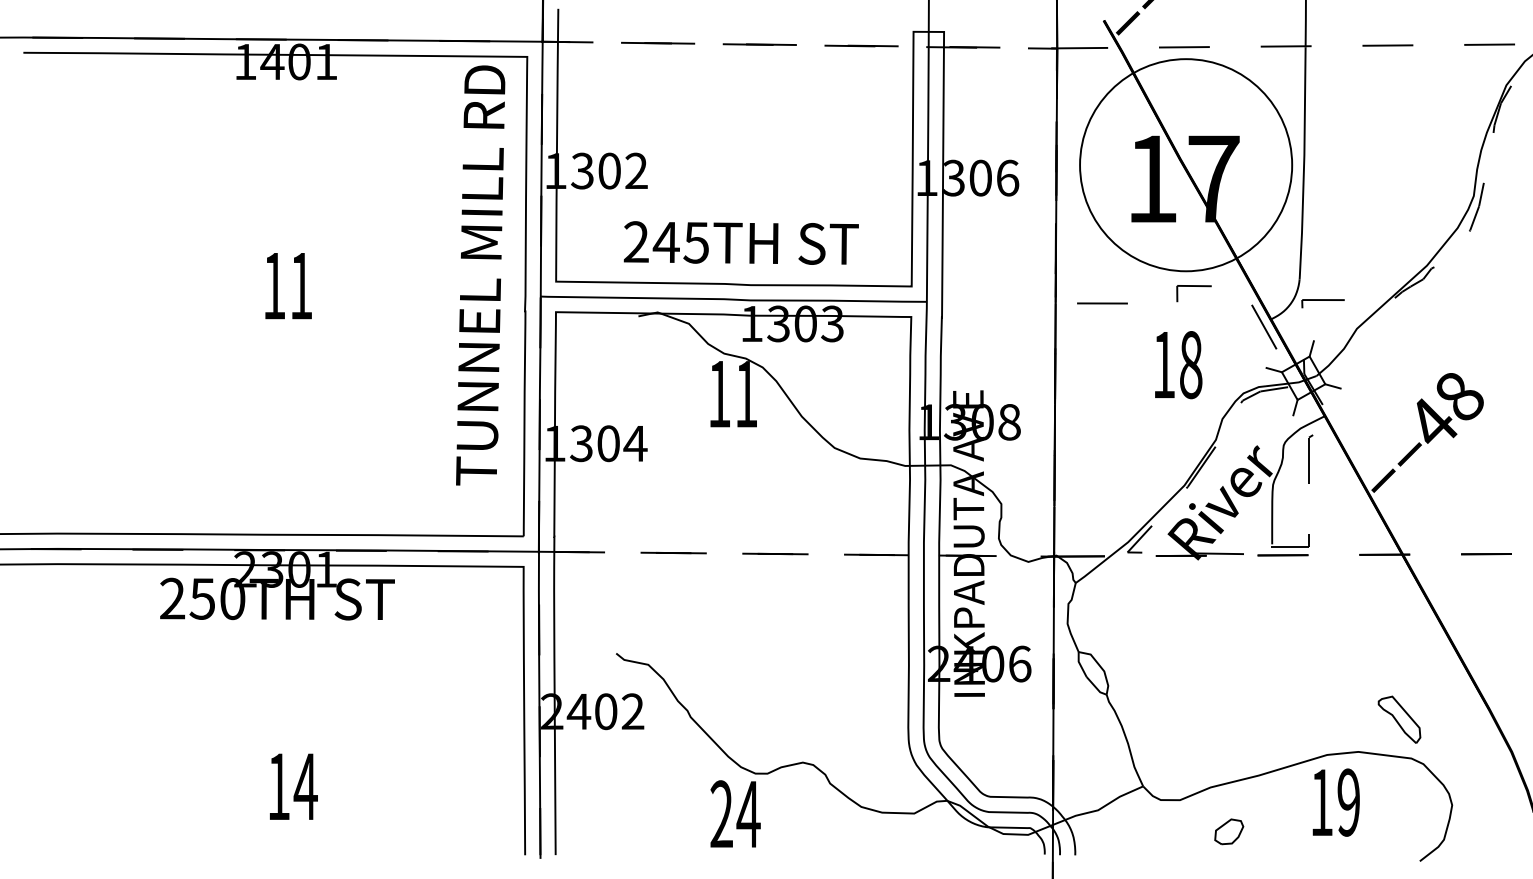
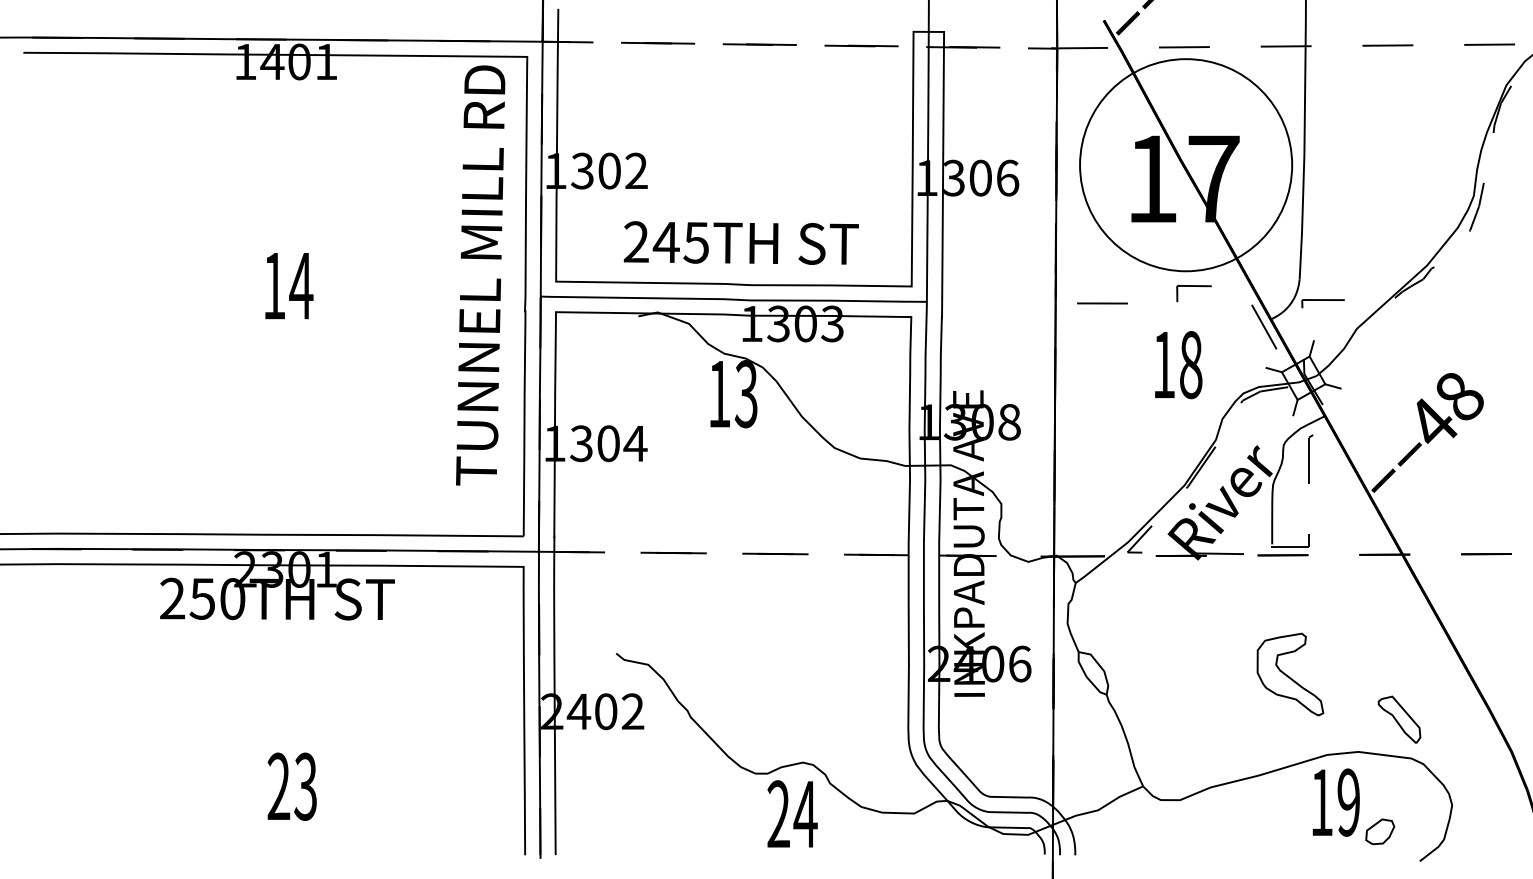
text at (301, 286): 11 -> 14
text at (745, 394): 11 -> 13
part at (1290, 674): none -> present
text at (292, 786): 14 -> 23
text at (735, 813) position: (735, 813) -> (792, 813)
part at (1229, 831) position: (1229, 831) -> (1380, 831)
